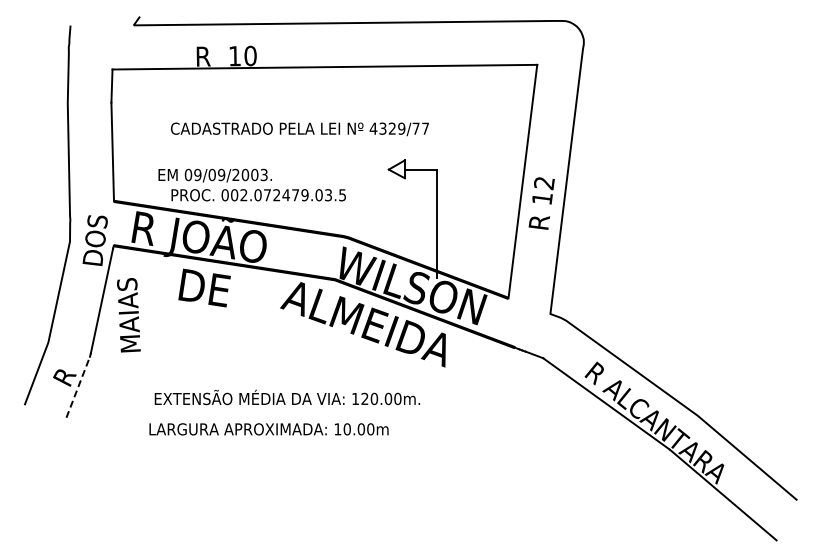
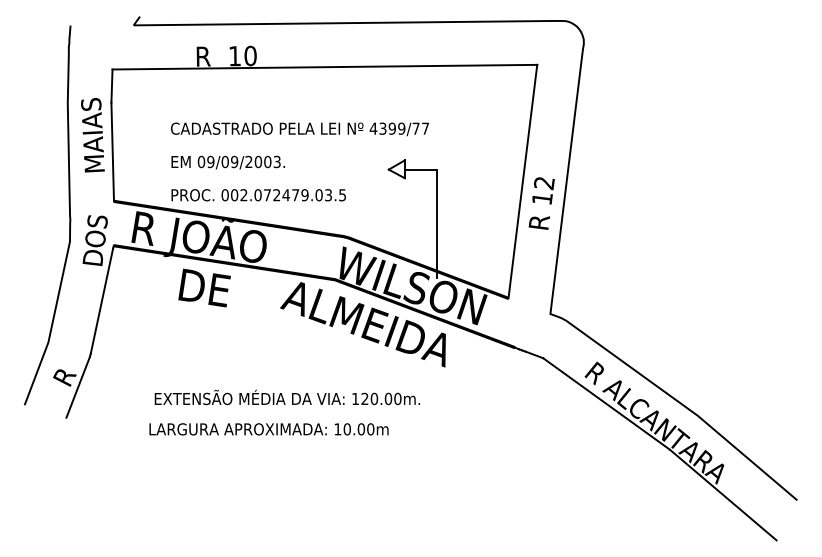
text at (391, 128): 4329/77 -> 4399/77
text at (214, 175) position: (214, 175) -> (227, 162)
text at (128, 315) position: (128, 315) -> (92, 135)
line at (78, 387): dashed -> solid
